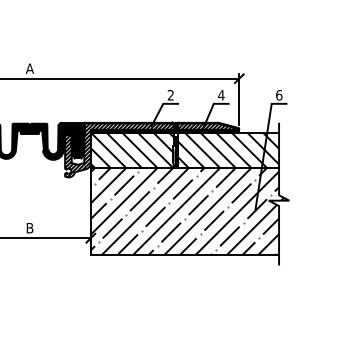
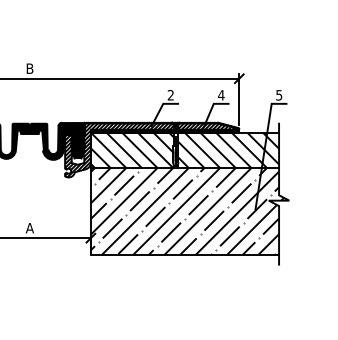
text at (29, 68): A -> B
text at (279, 95): 6 -> 5
text at (29, 228): B -> A
